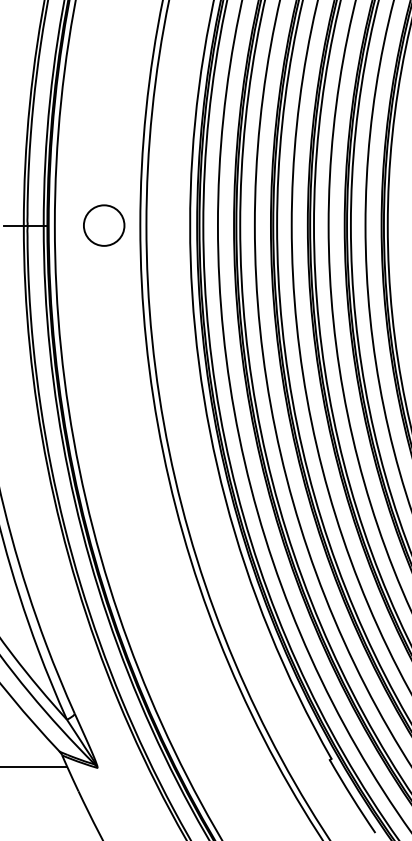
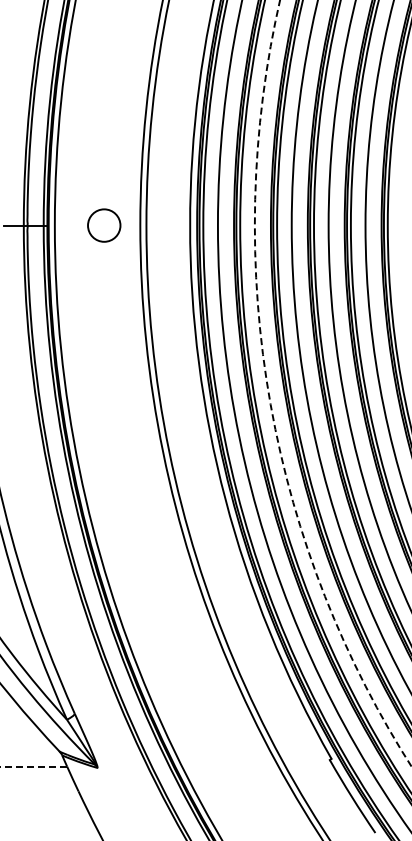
circle at (104, 225) size: 43x43 px -> 35x35 px
circle at (332, 383): solid -> dashed
line at (33, 766): solid -> dashed
